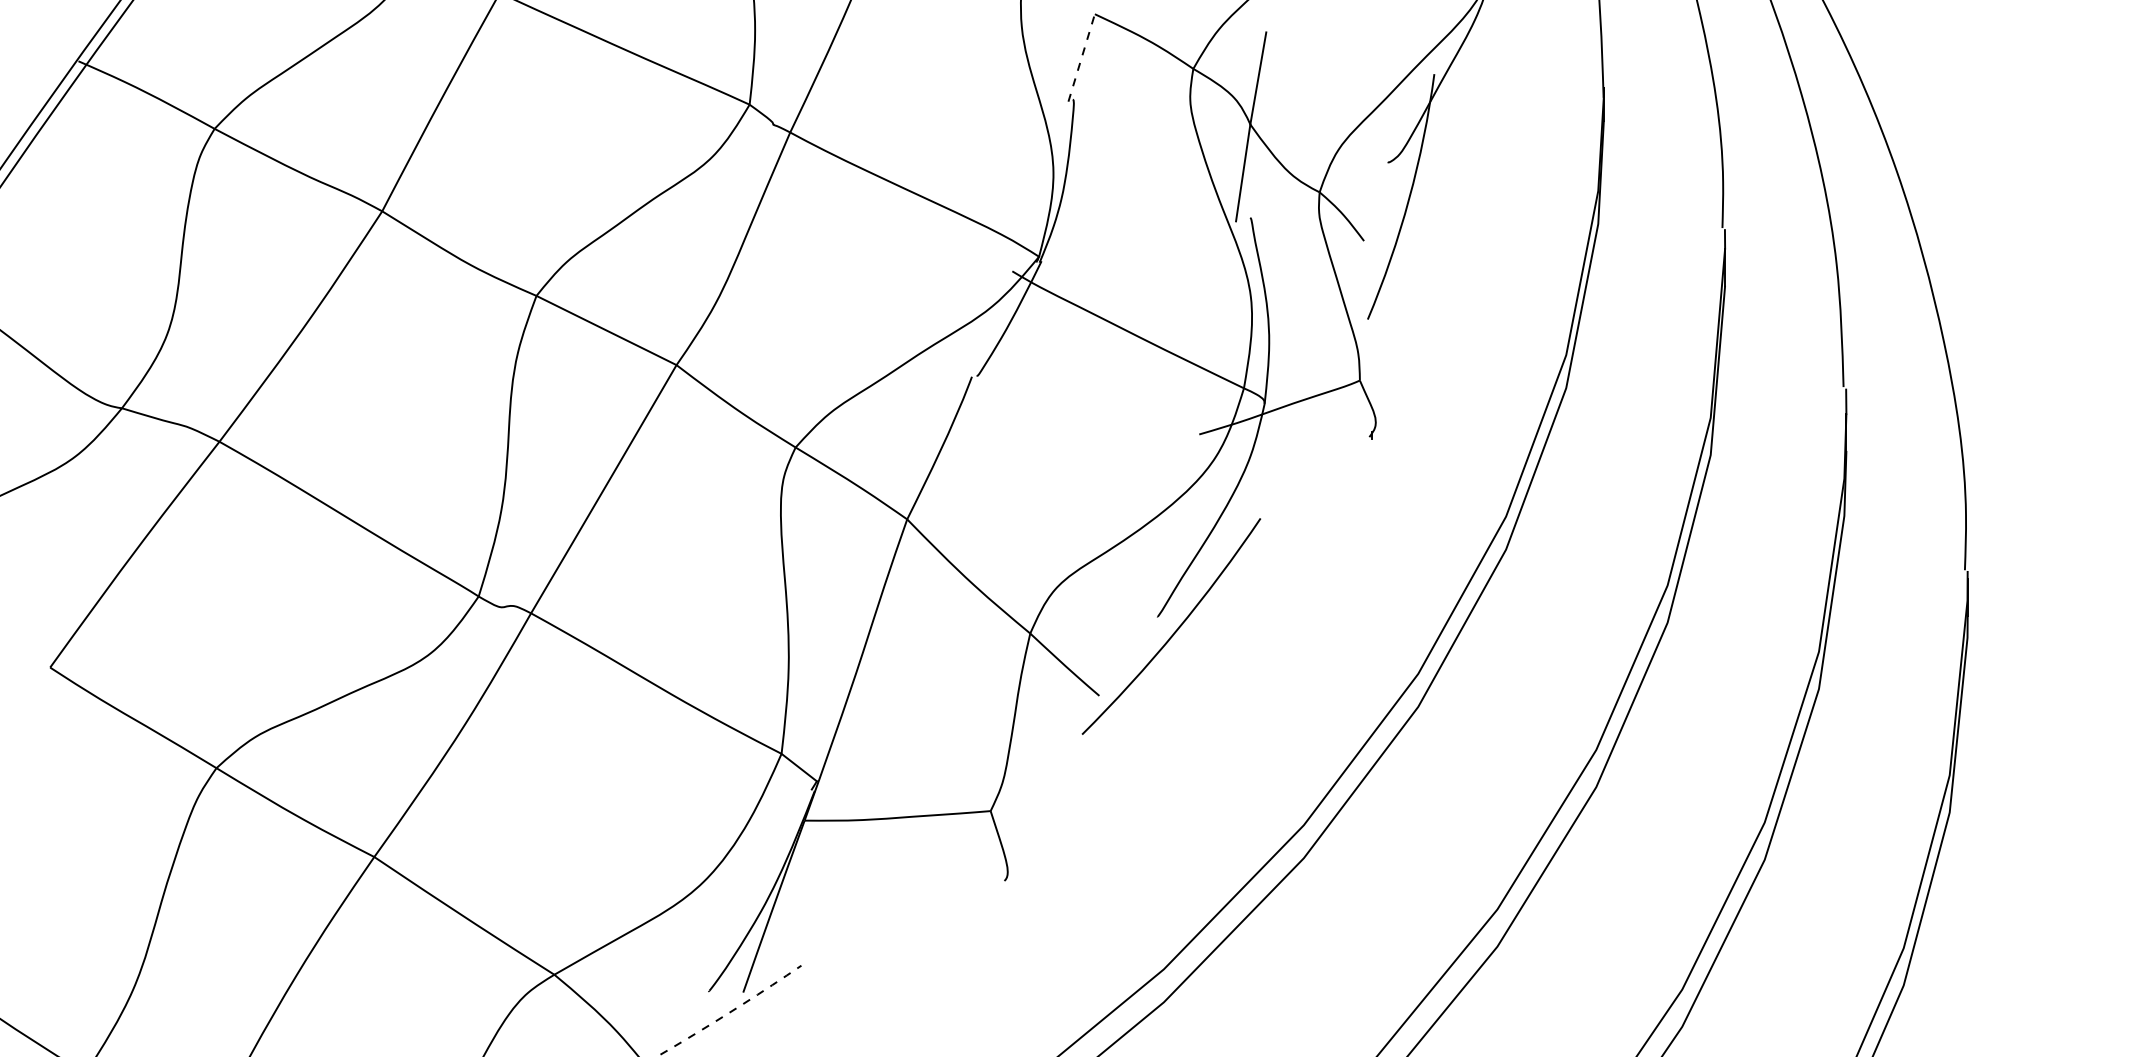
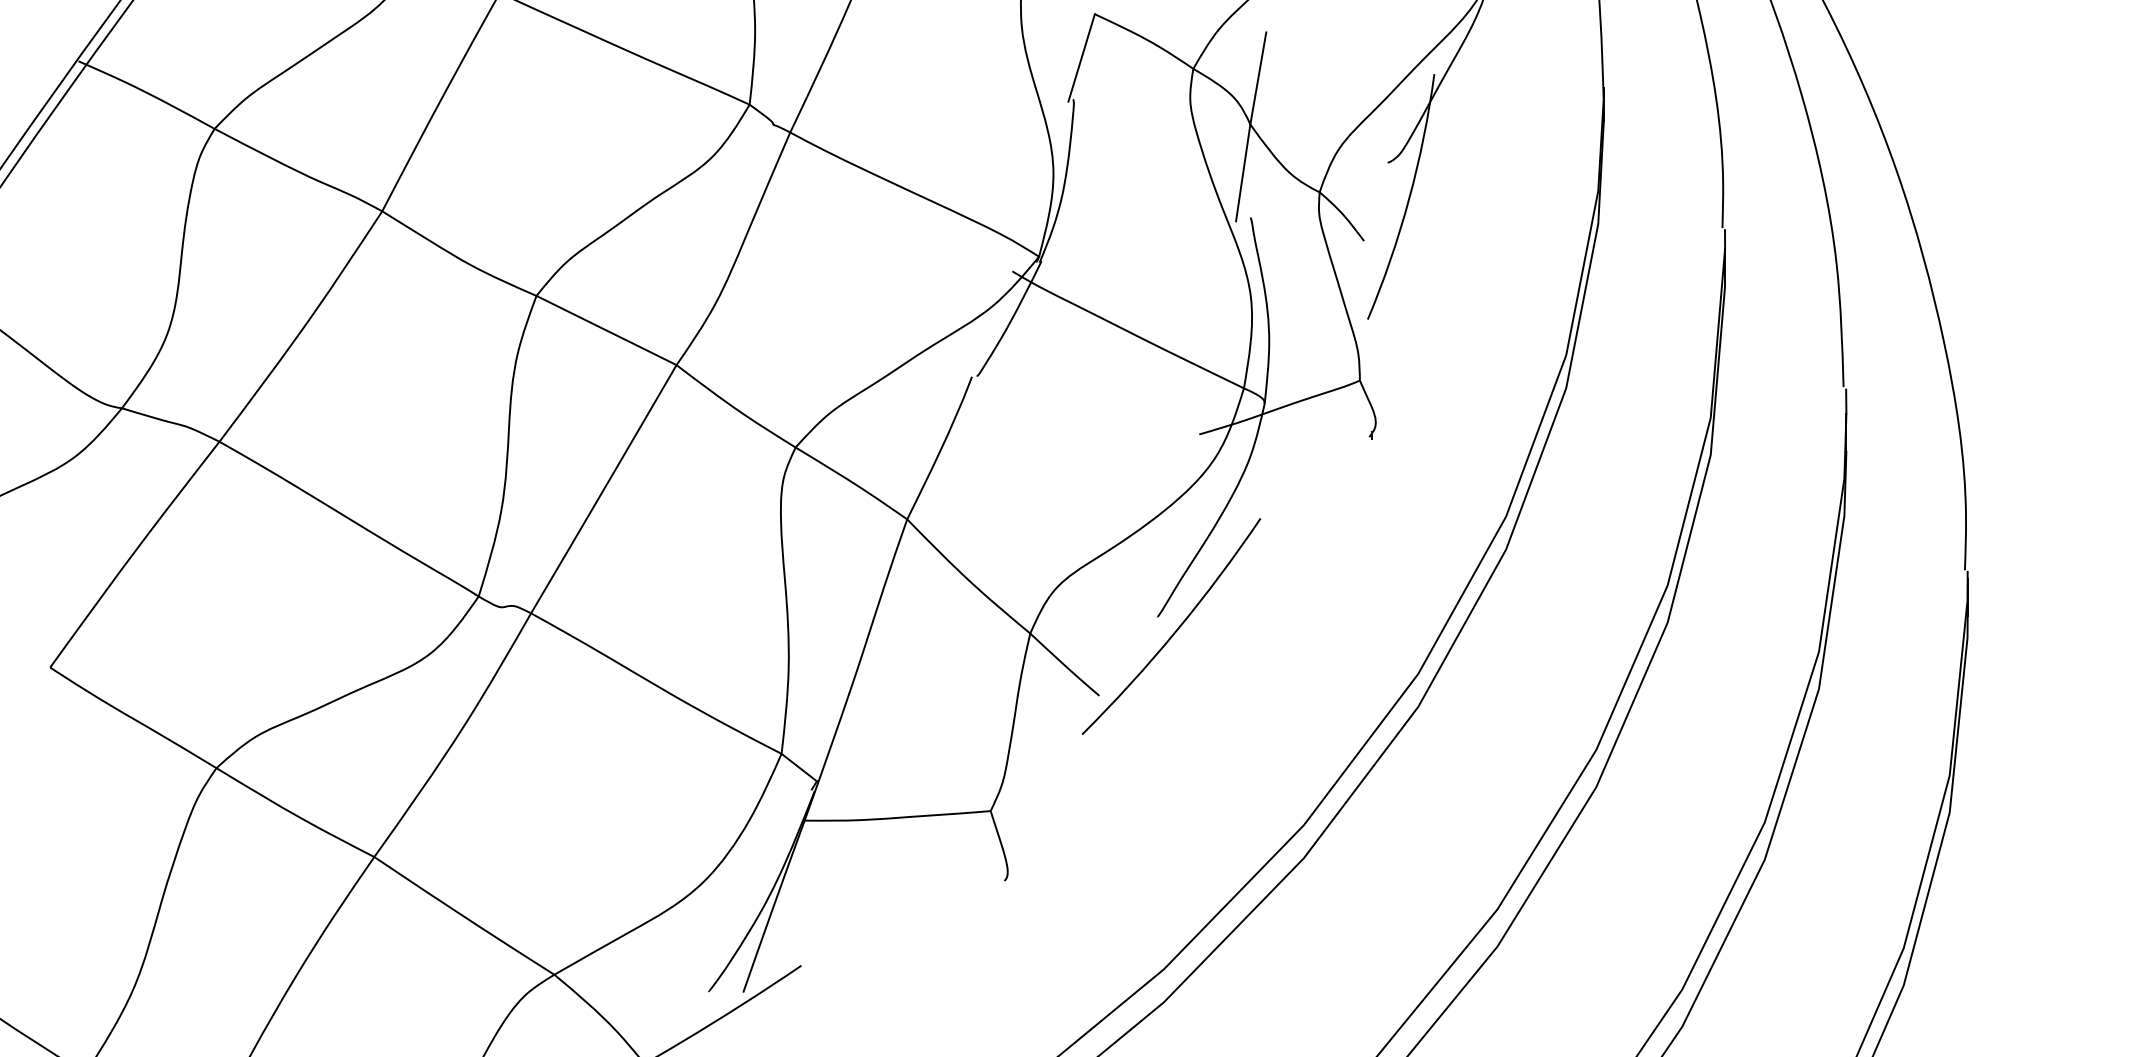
line at (1081, 57): dashed -> solid
arc at (730, 1012): dashed -> solid
